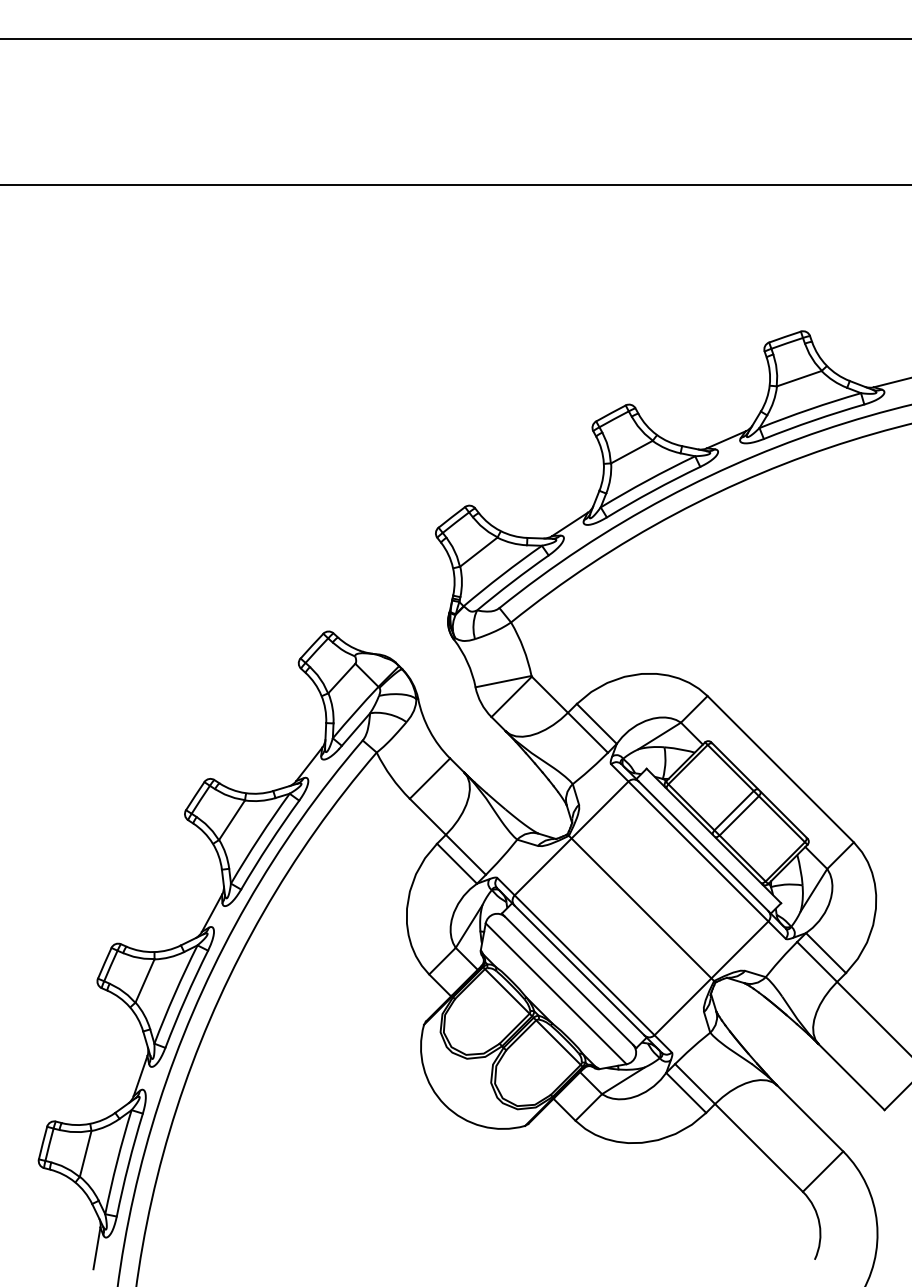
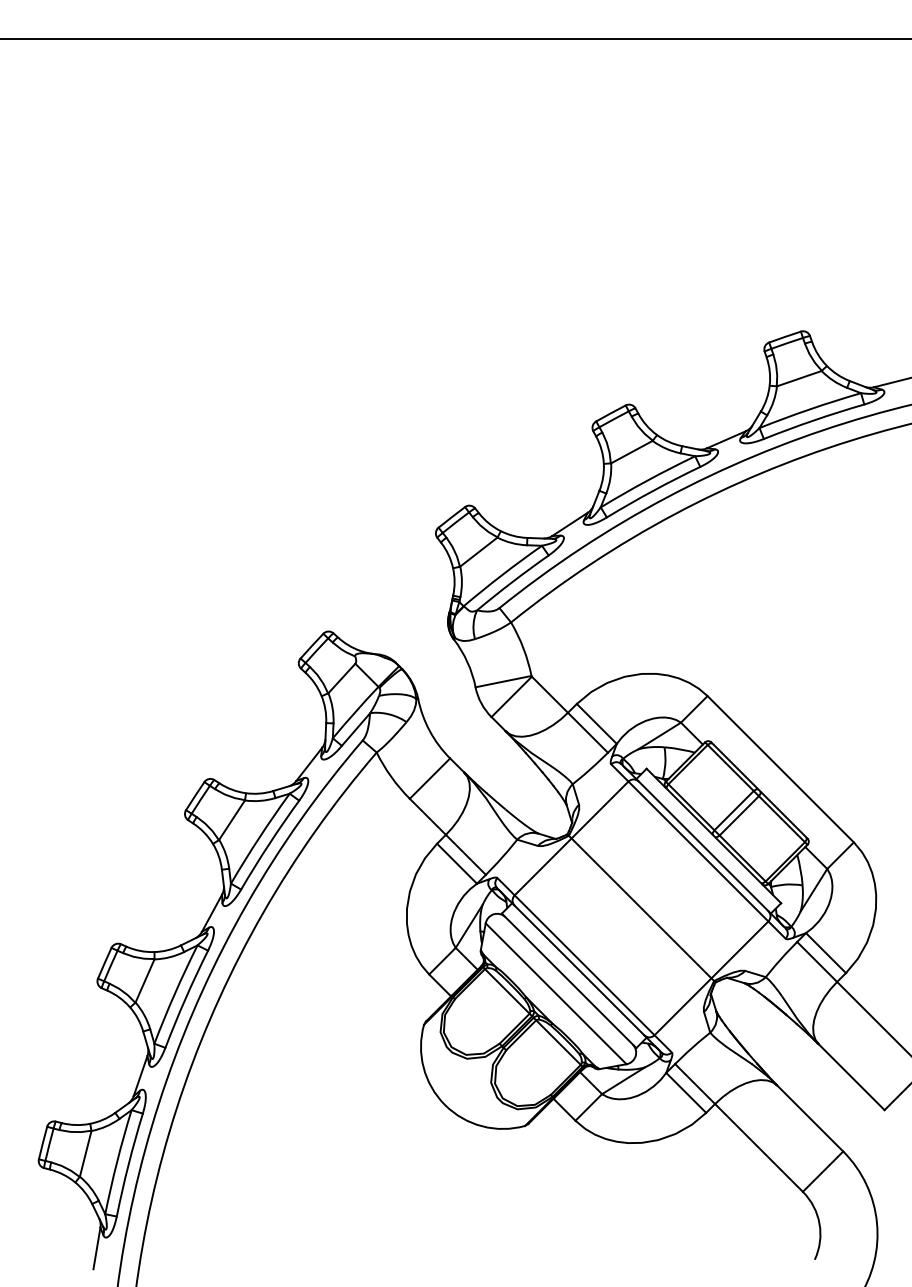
line at (455, 184): present -> none
